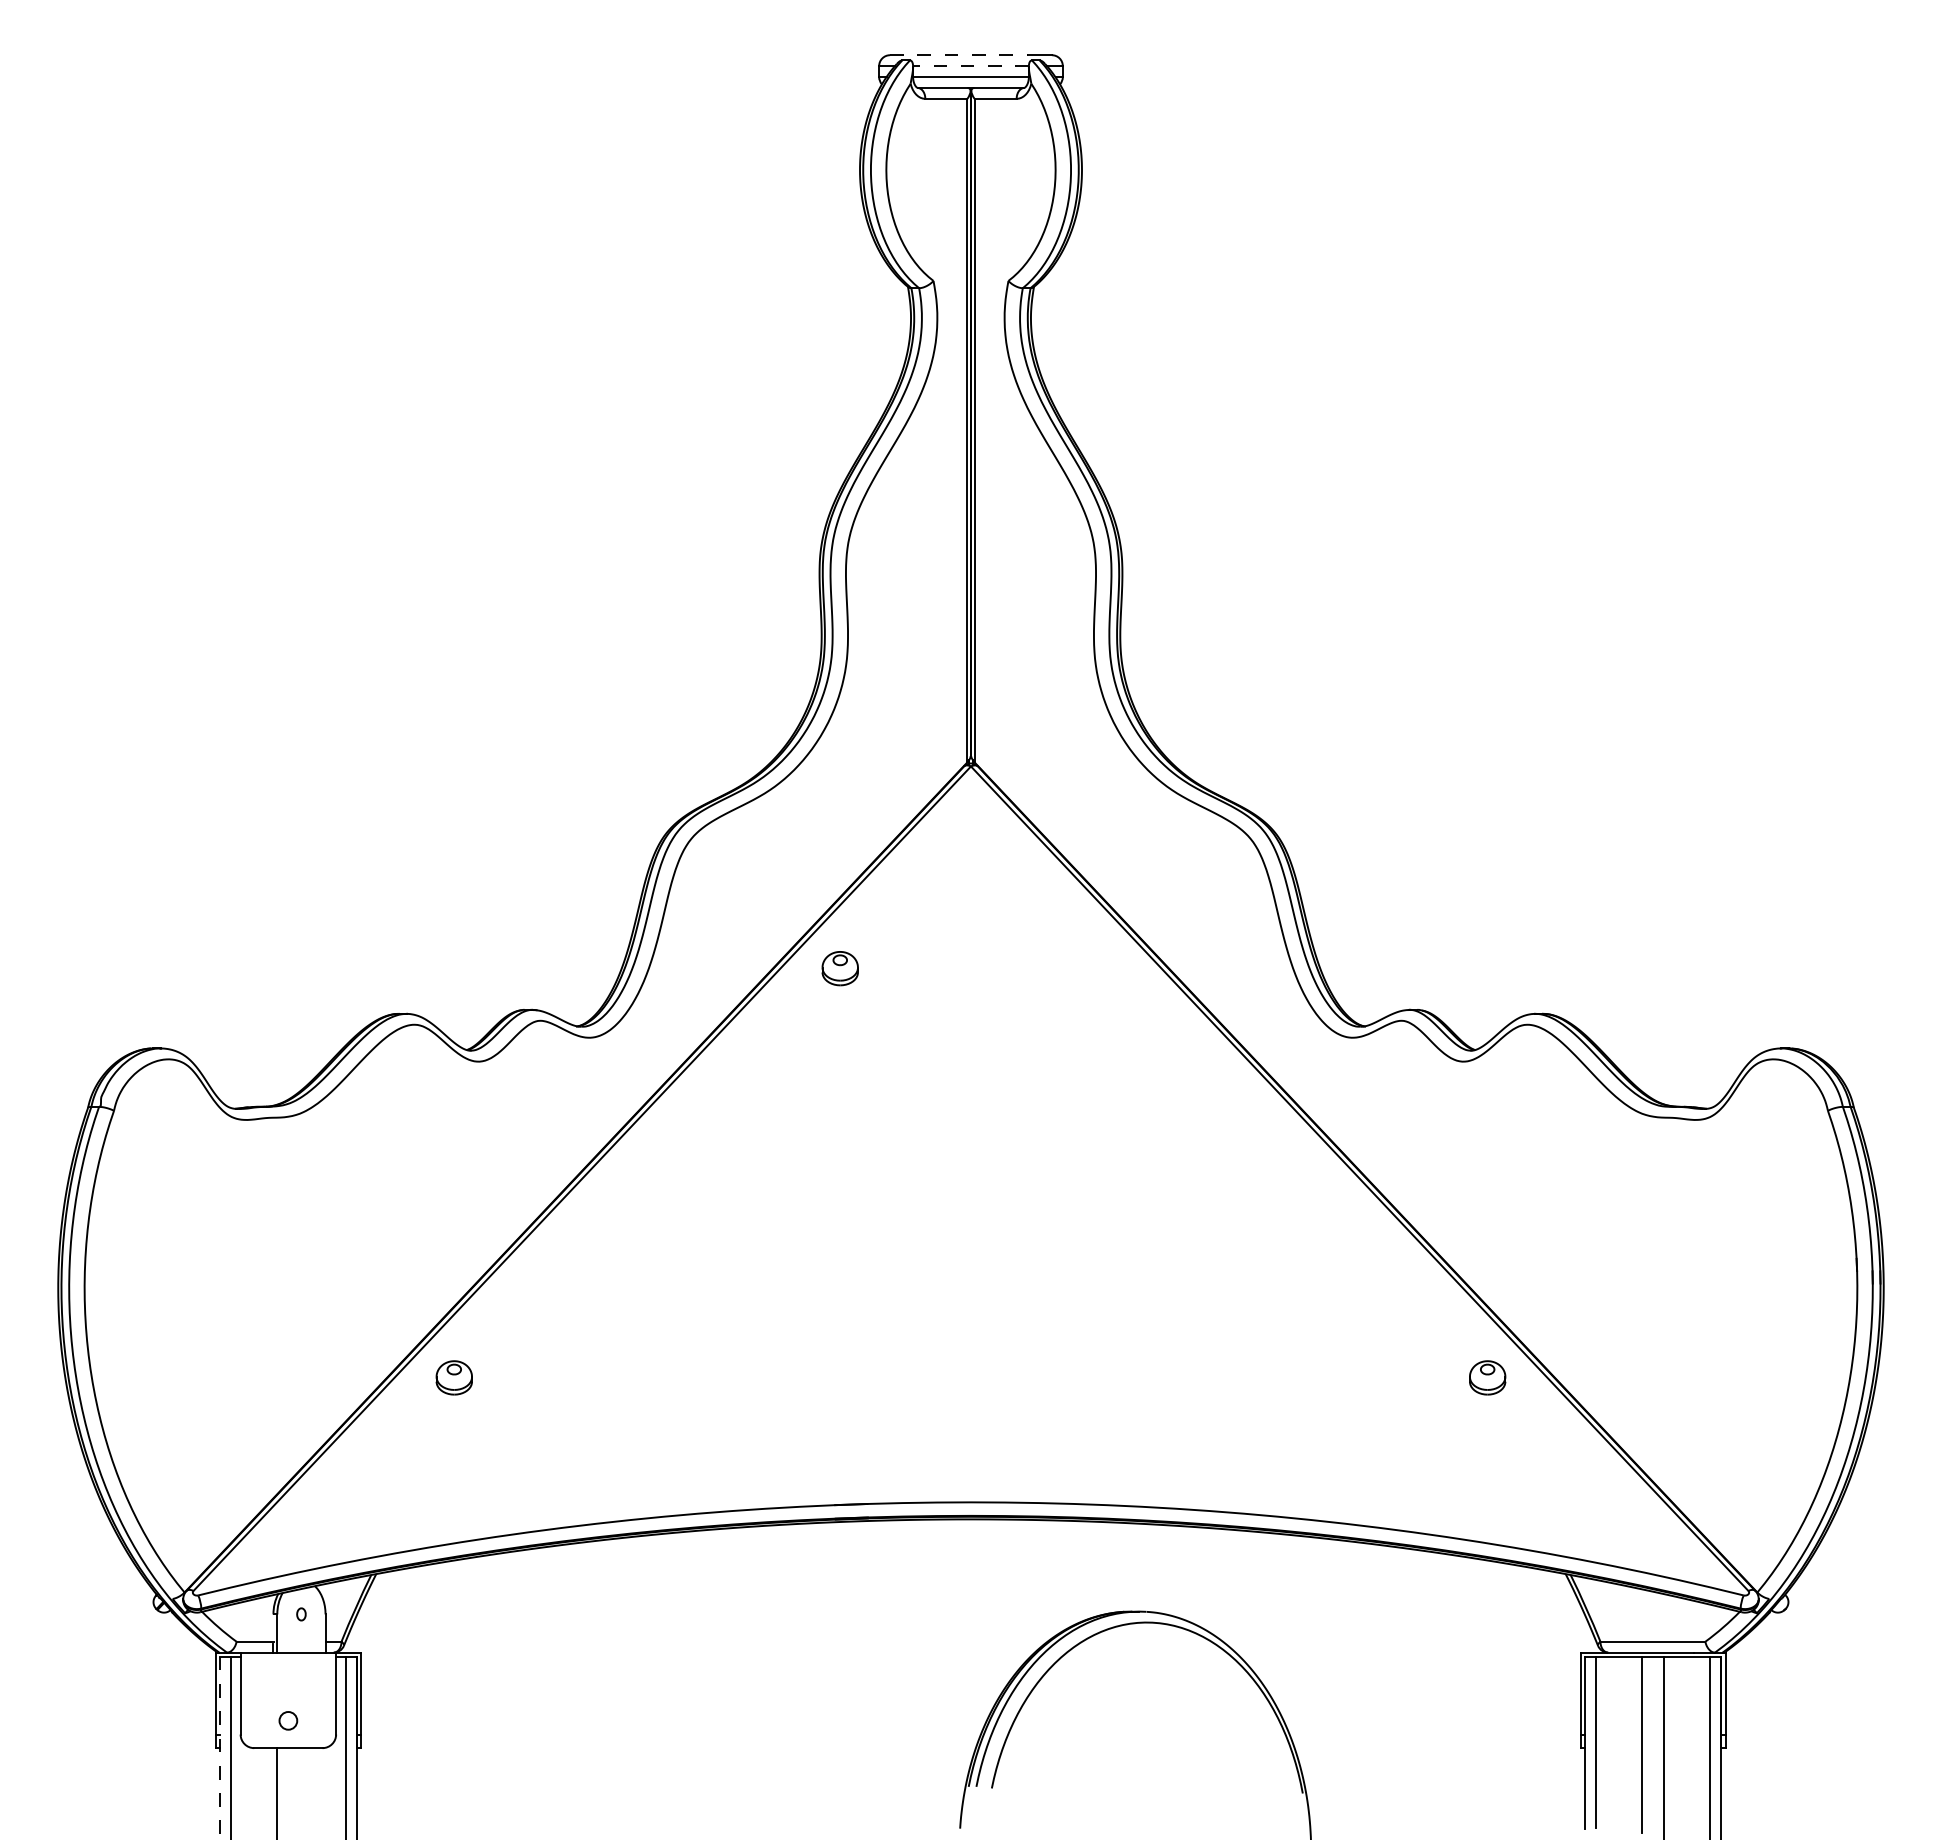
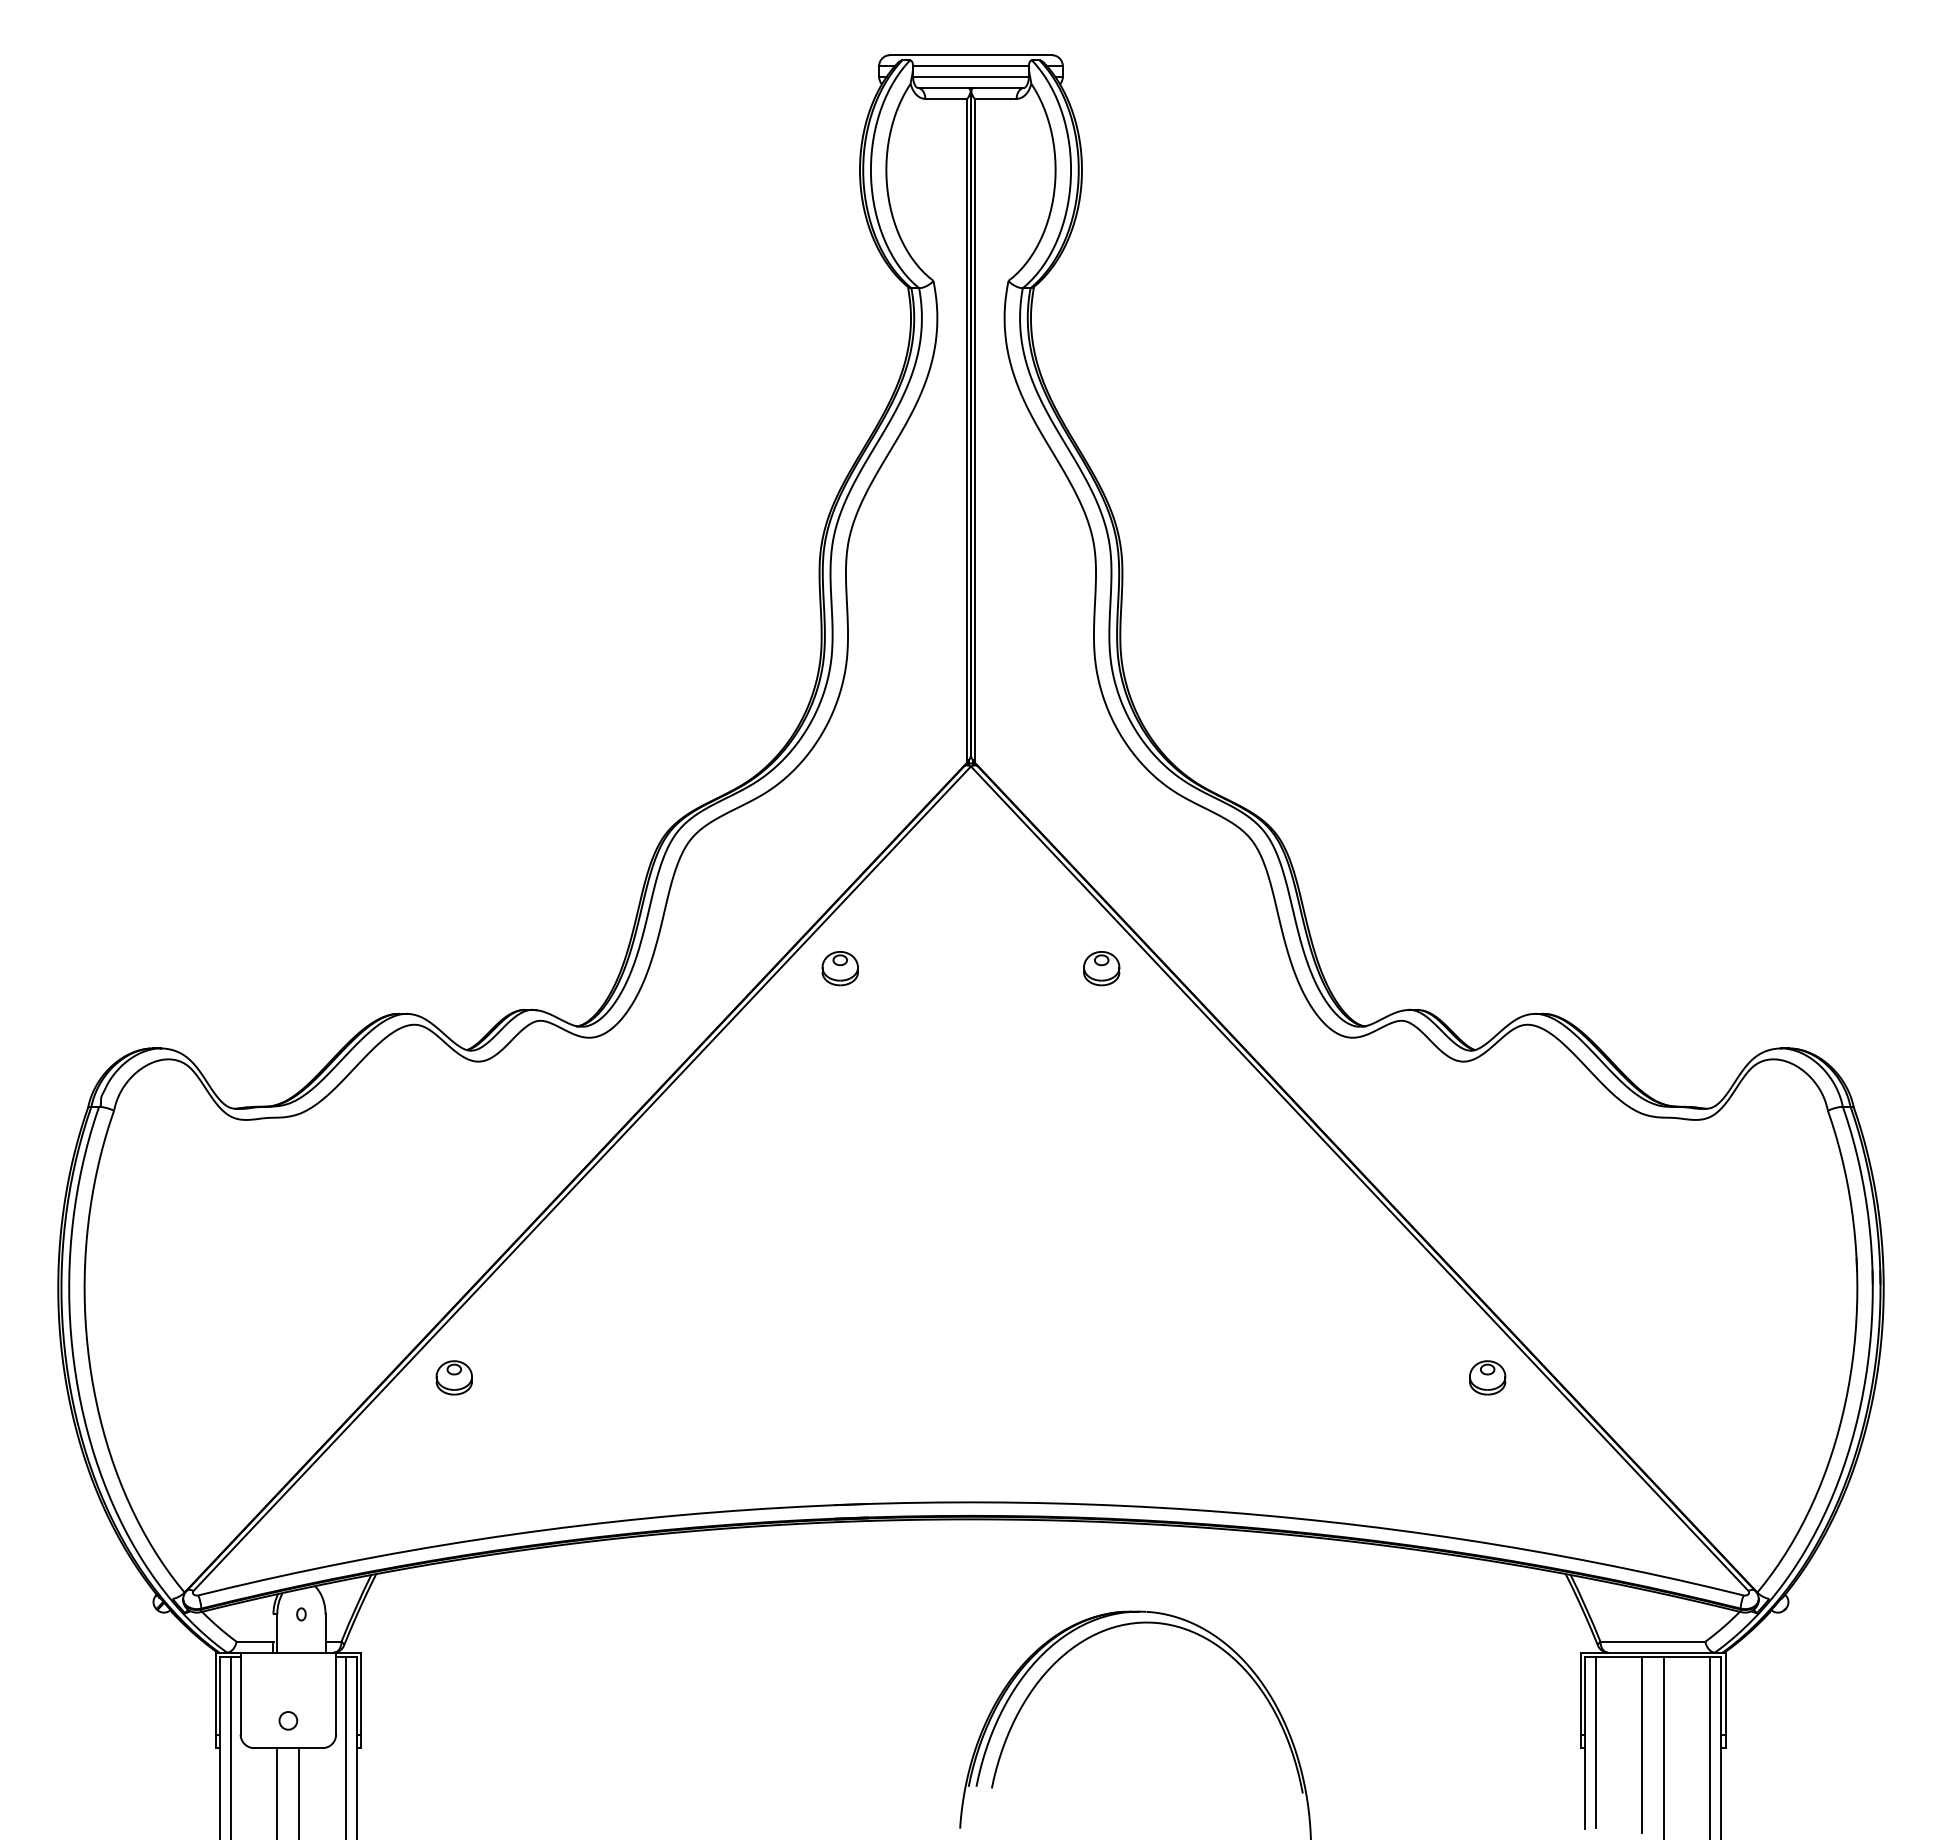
line at (959, 55): dashed -> solid
line at (970, 66): dashed -> solid
part at (1101, 968): none -> present
line at (220, 1748): dashed -> solid
line at (299, 1792): none -> present
